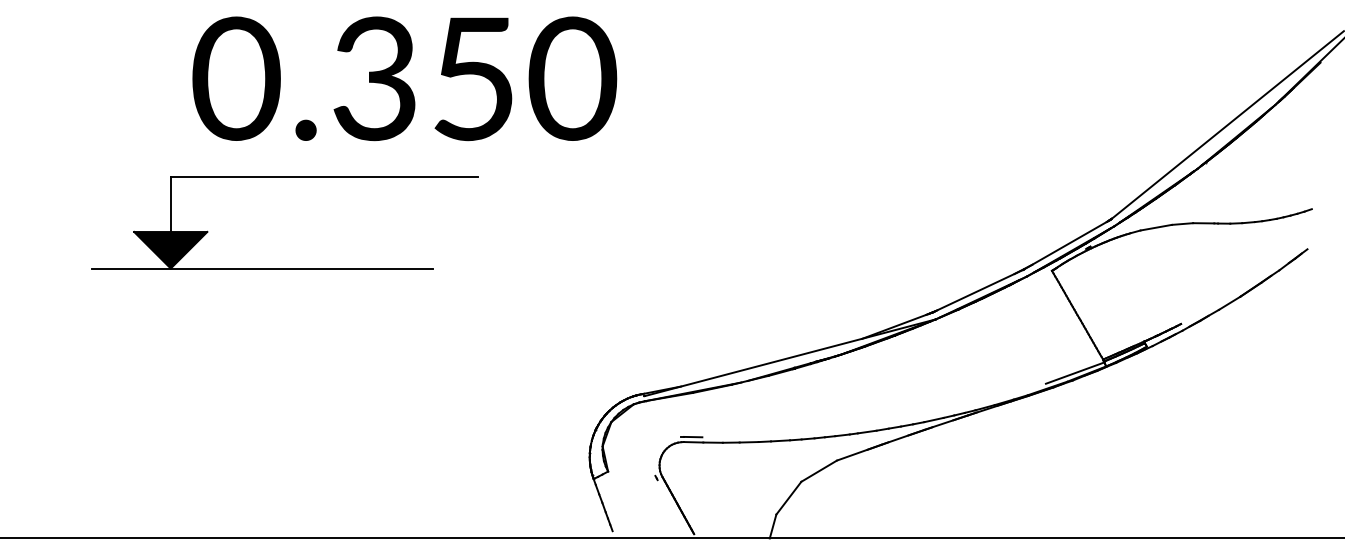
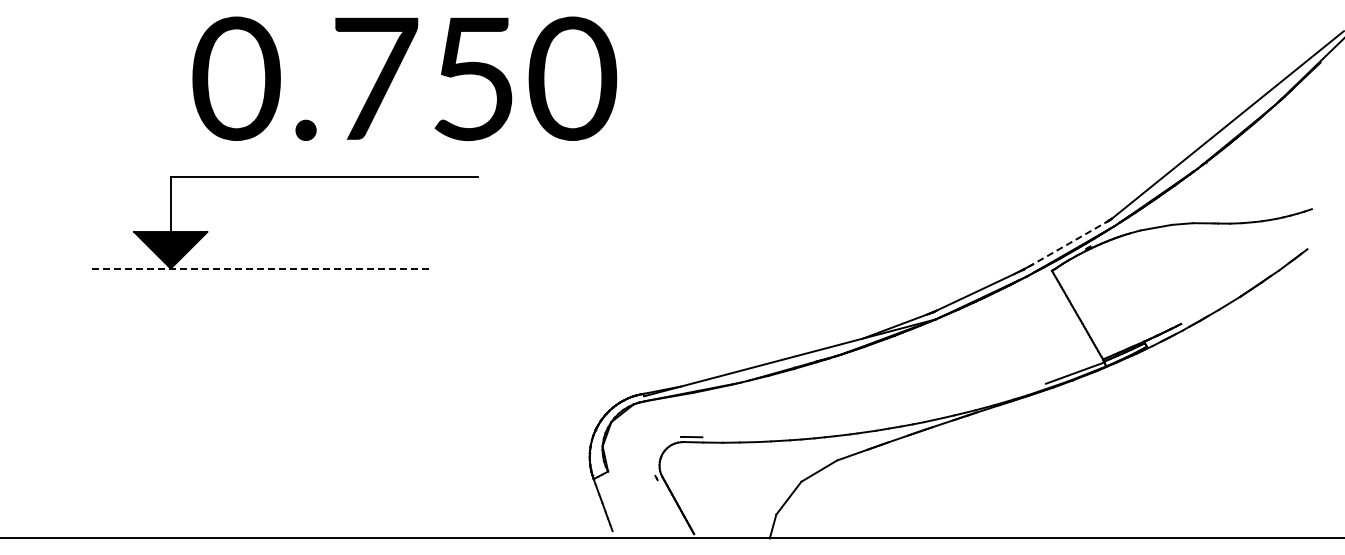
text at (375, 78): 0.350 -> 0.750
line at (1066, 245): solid -> dashed
line at (263, 268): solid -> dashed
